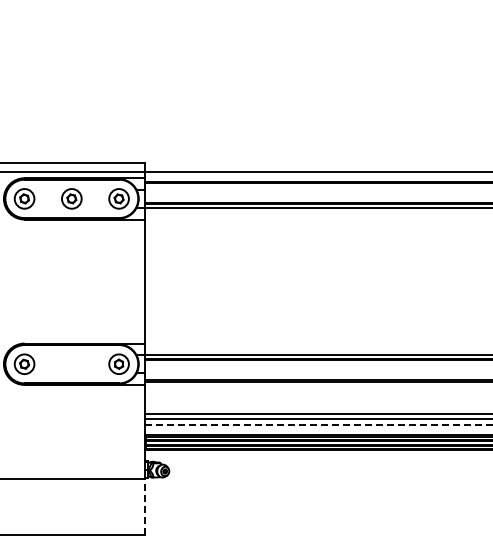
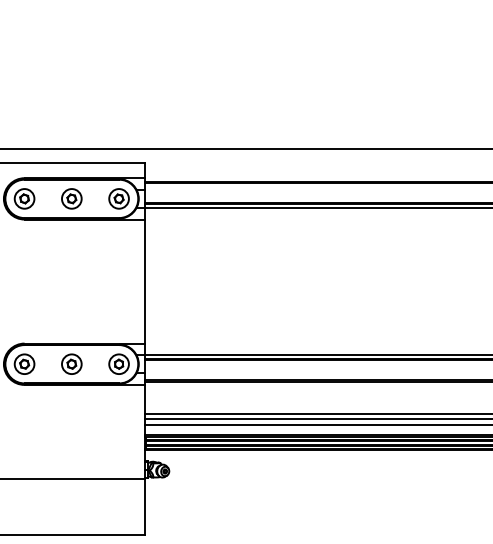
line at (245, 171) position: (245, 171) -> (245, 148)
part at (71, 363): none -> present
line at (318, 425): dashed -> solid
line at (144, 506): dashed -> solid
